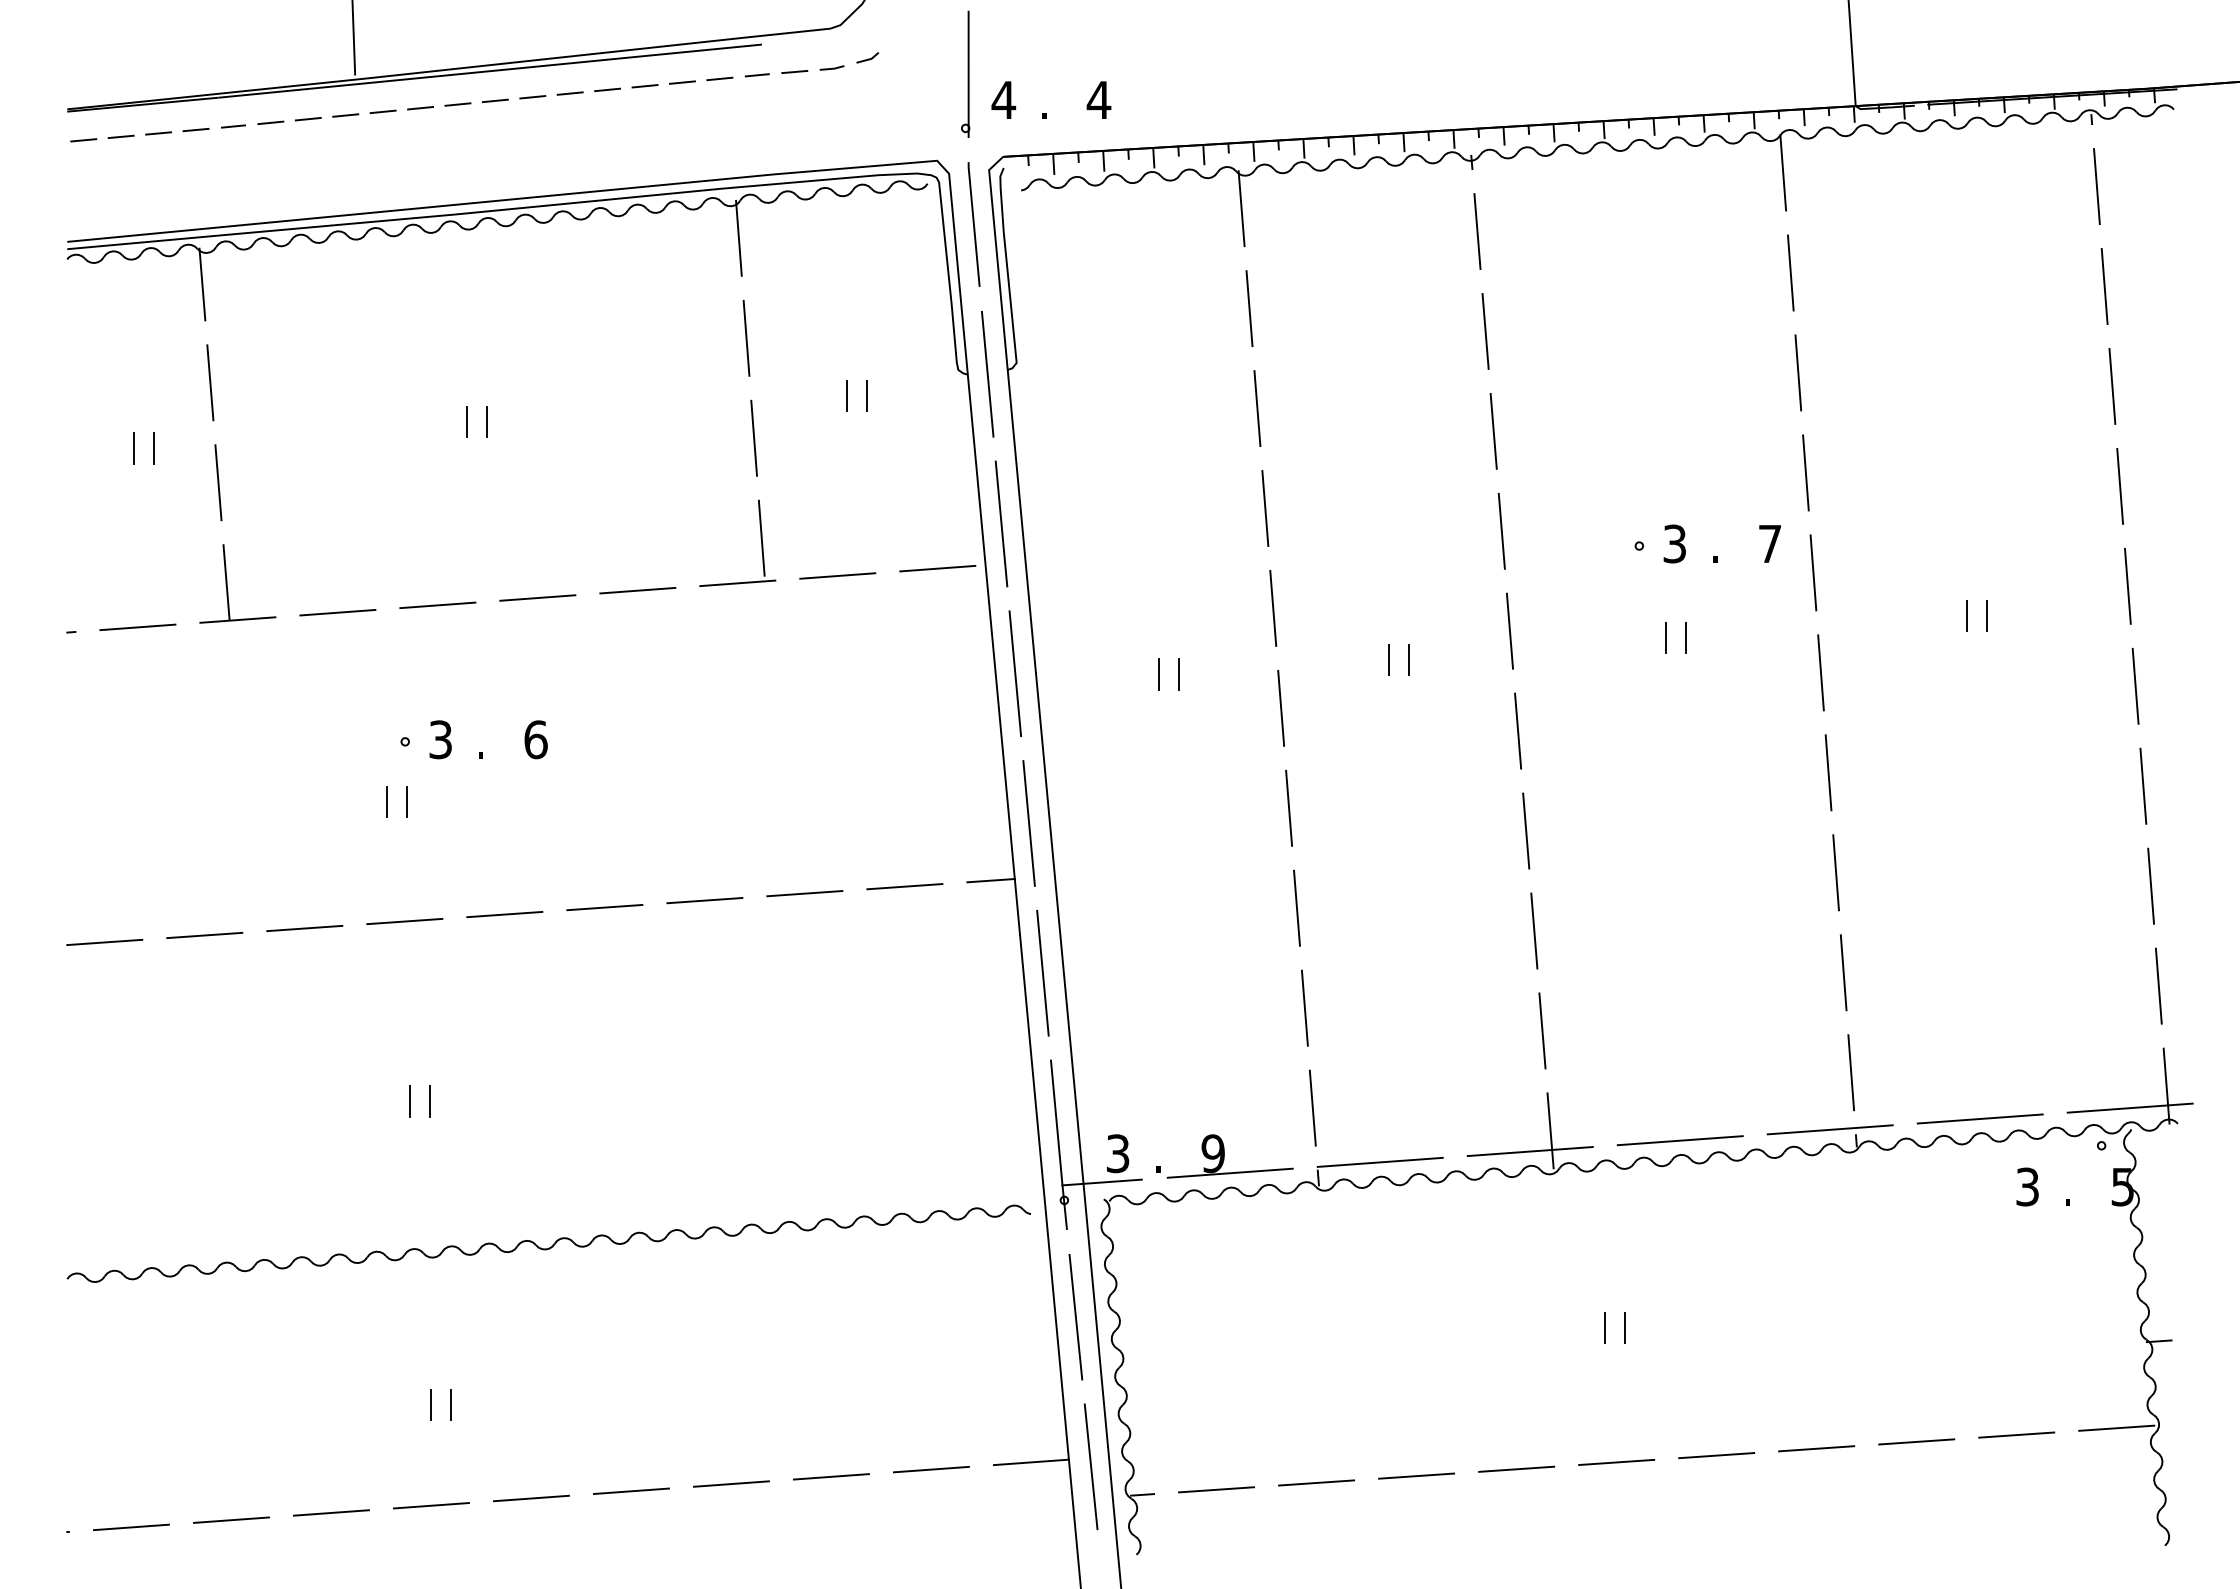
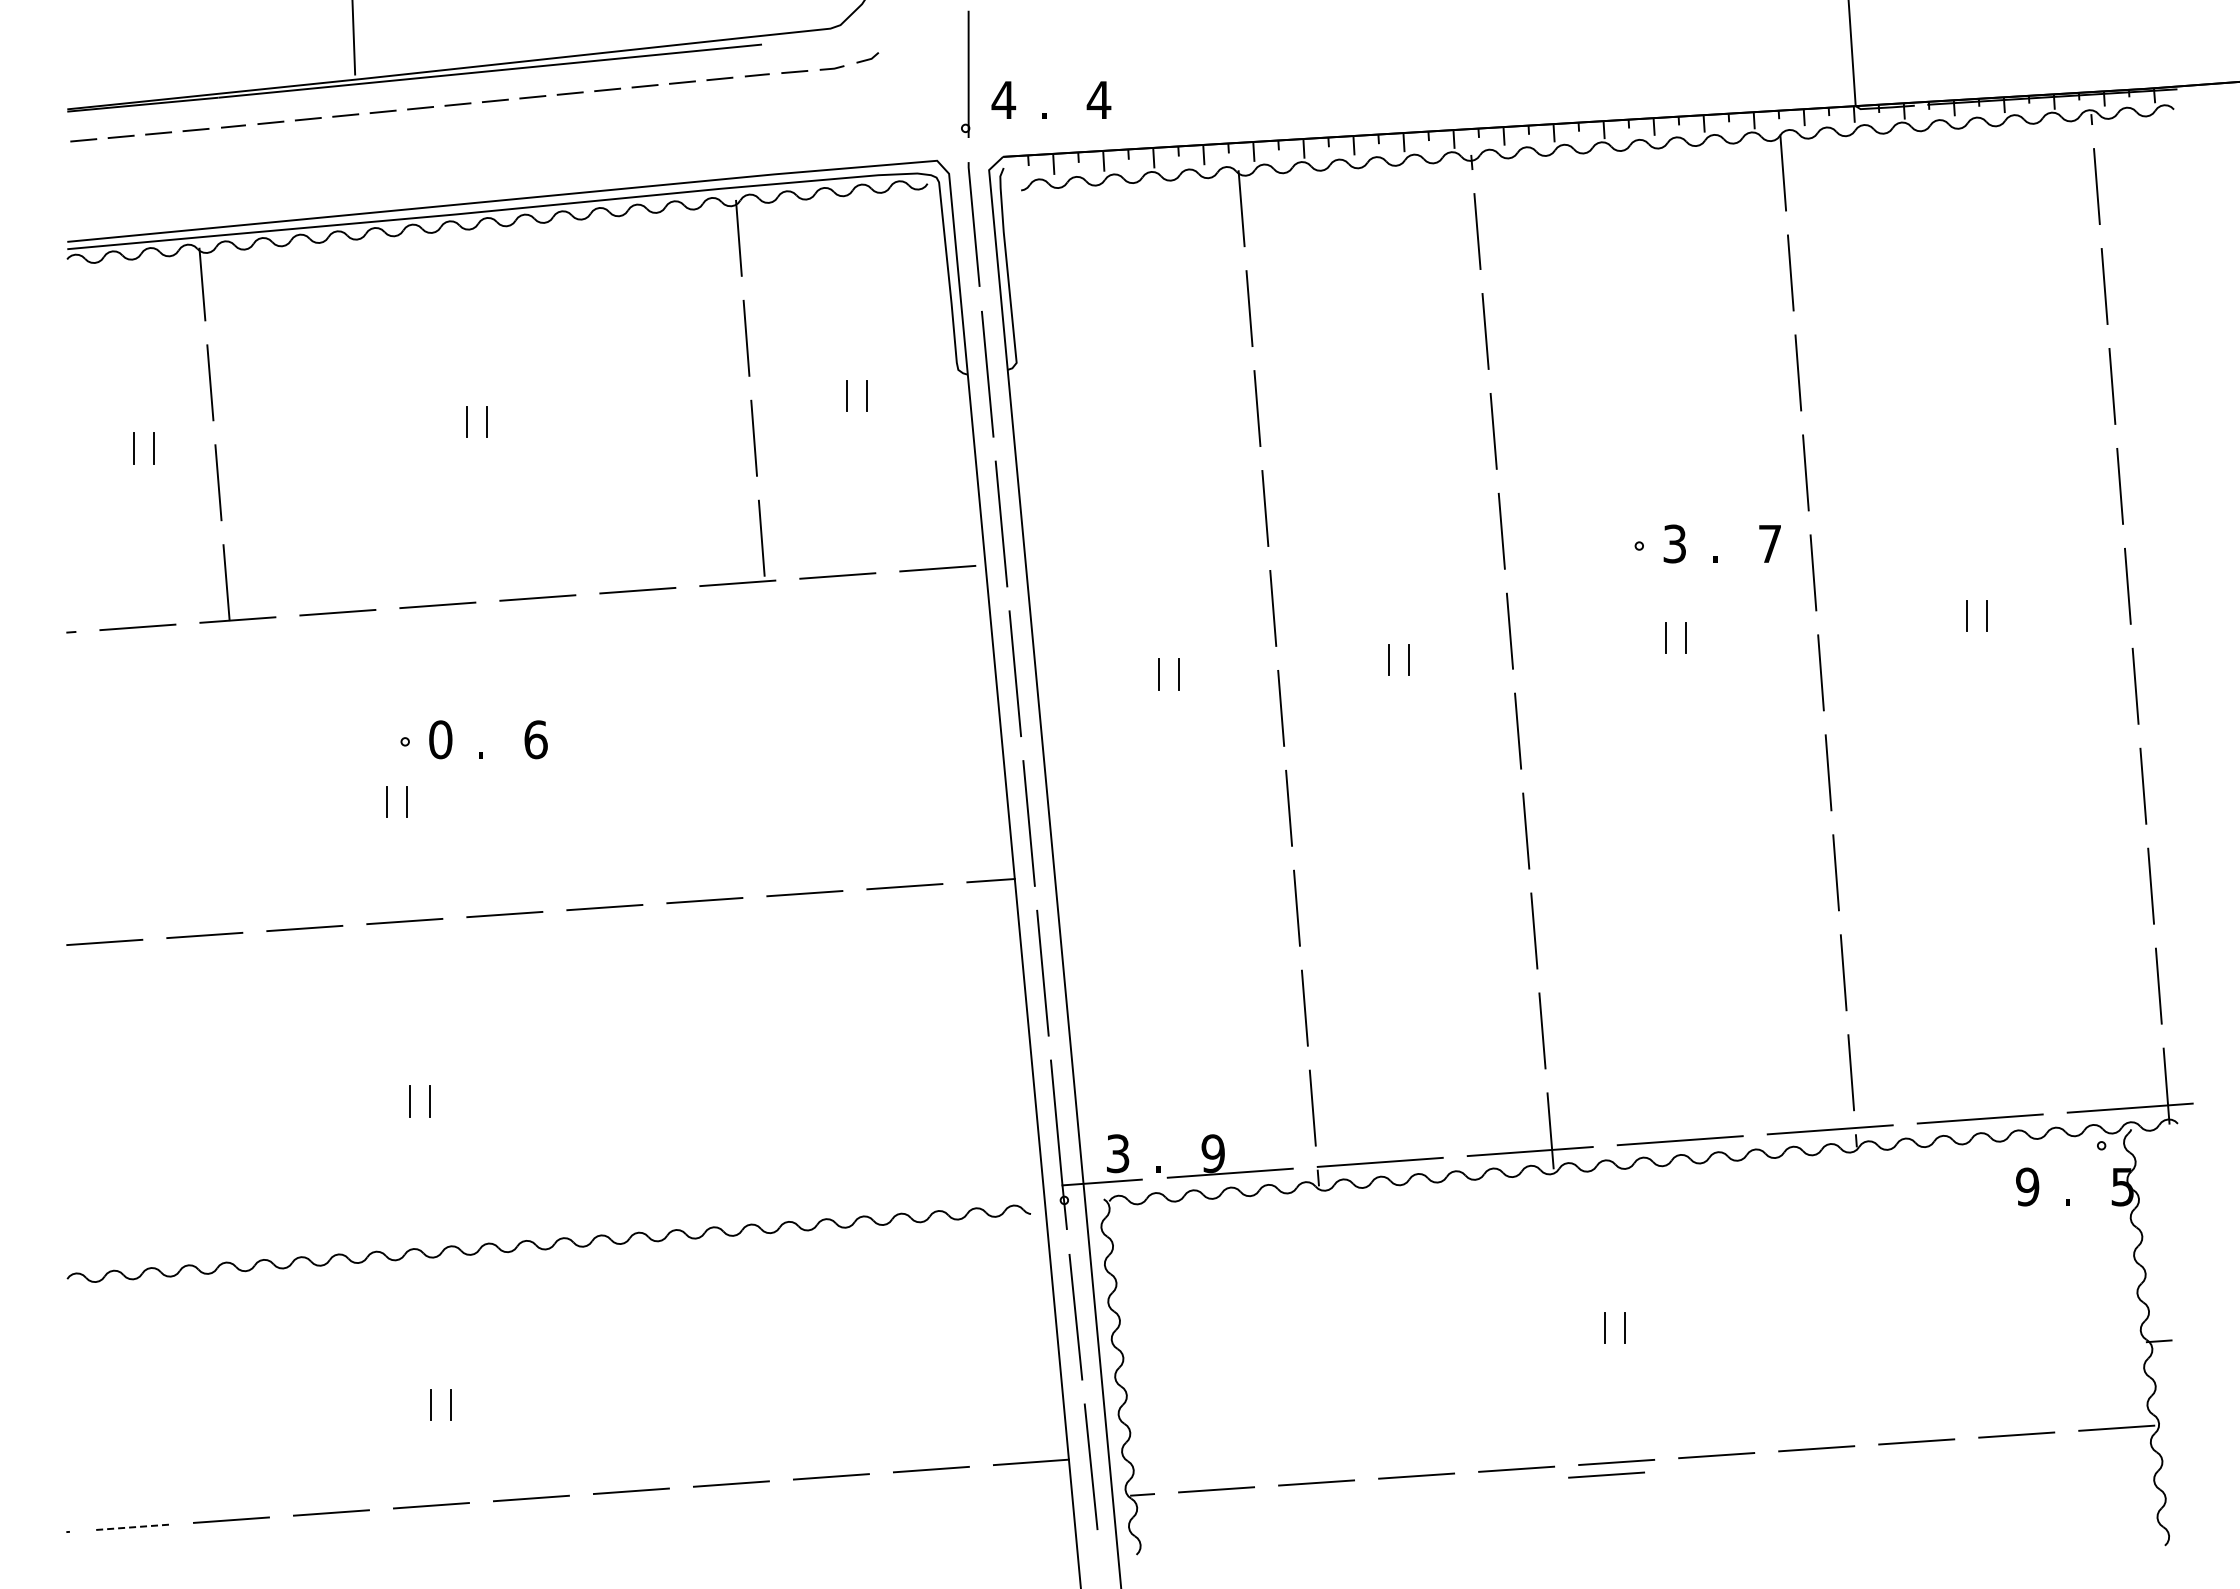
text at (440, 739): 3 -> 0
text at (2027, 1186): 3 -> 9
line at (1606, 1474): none -> present
line at (131, 1527): solid -> dashed
